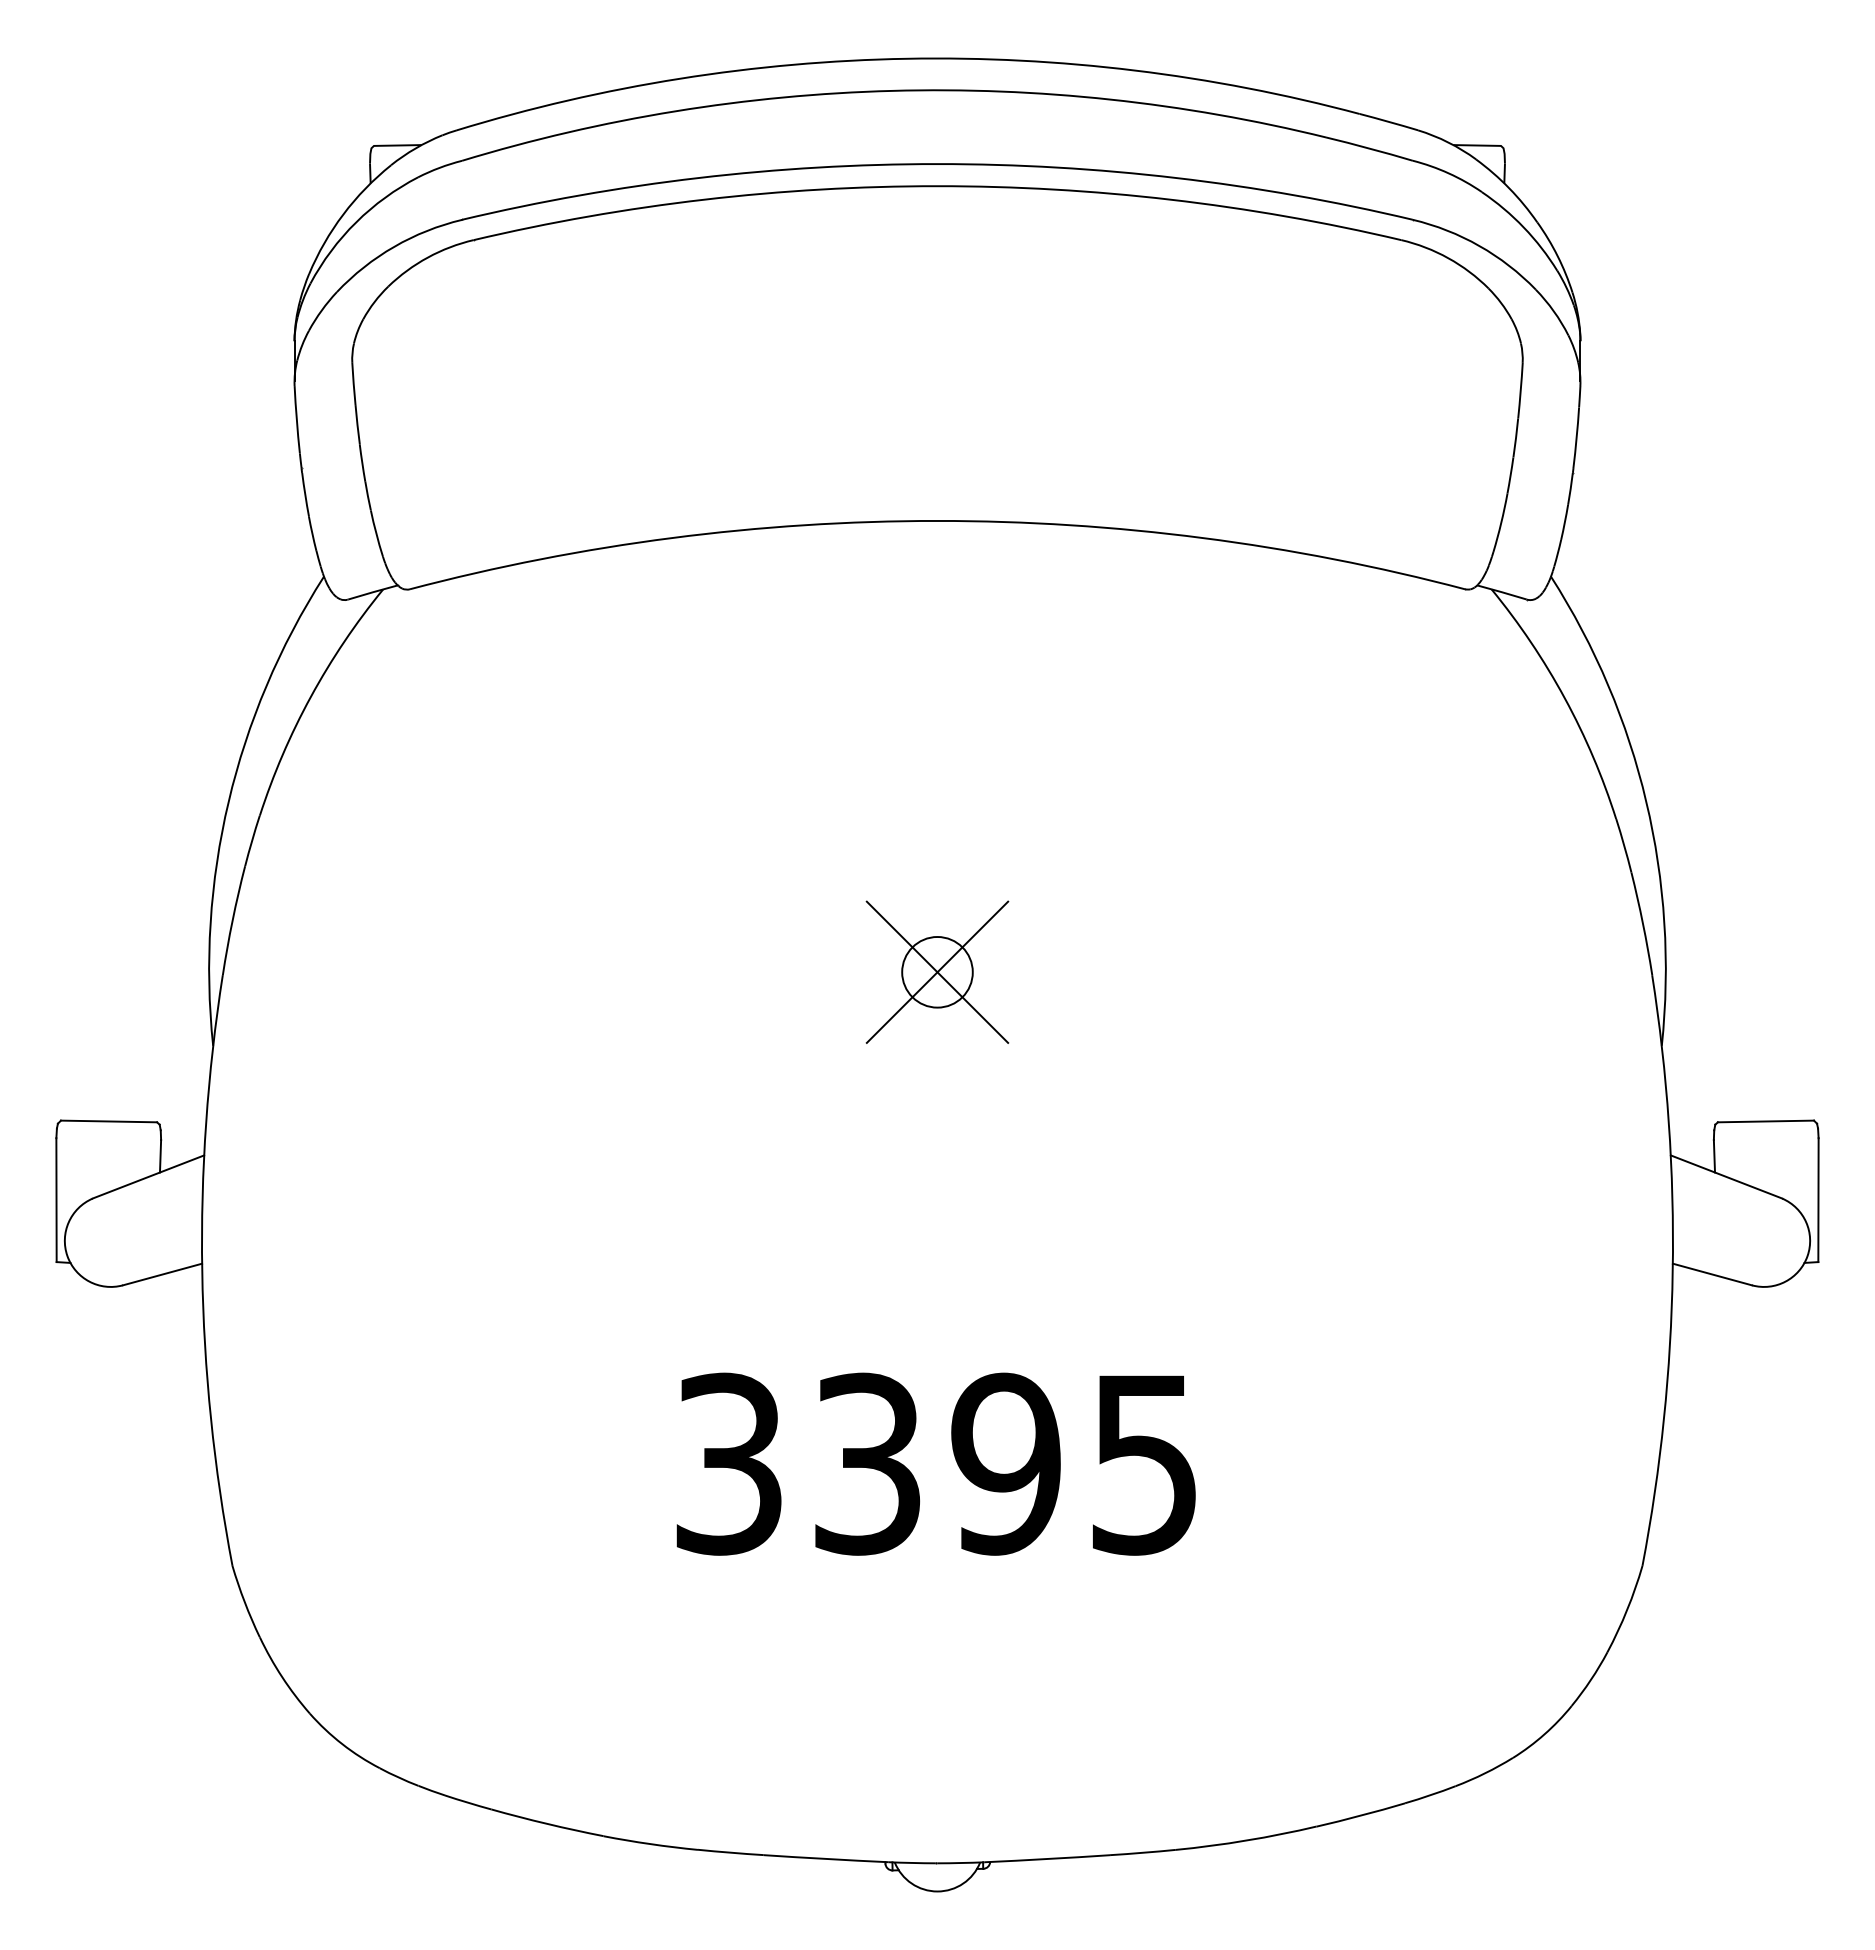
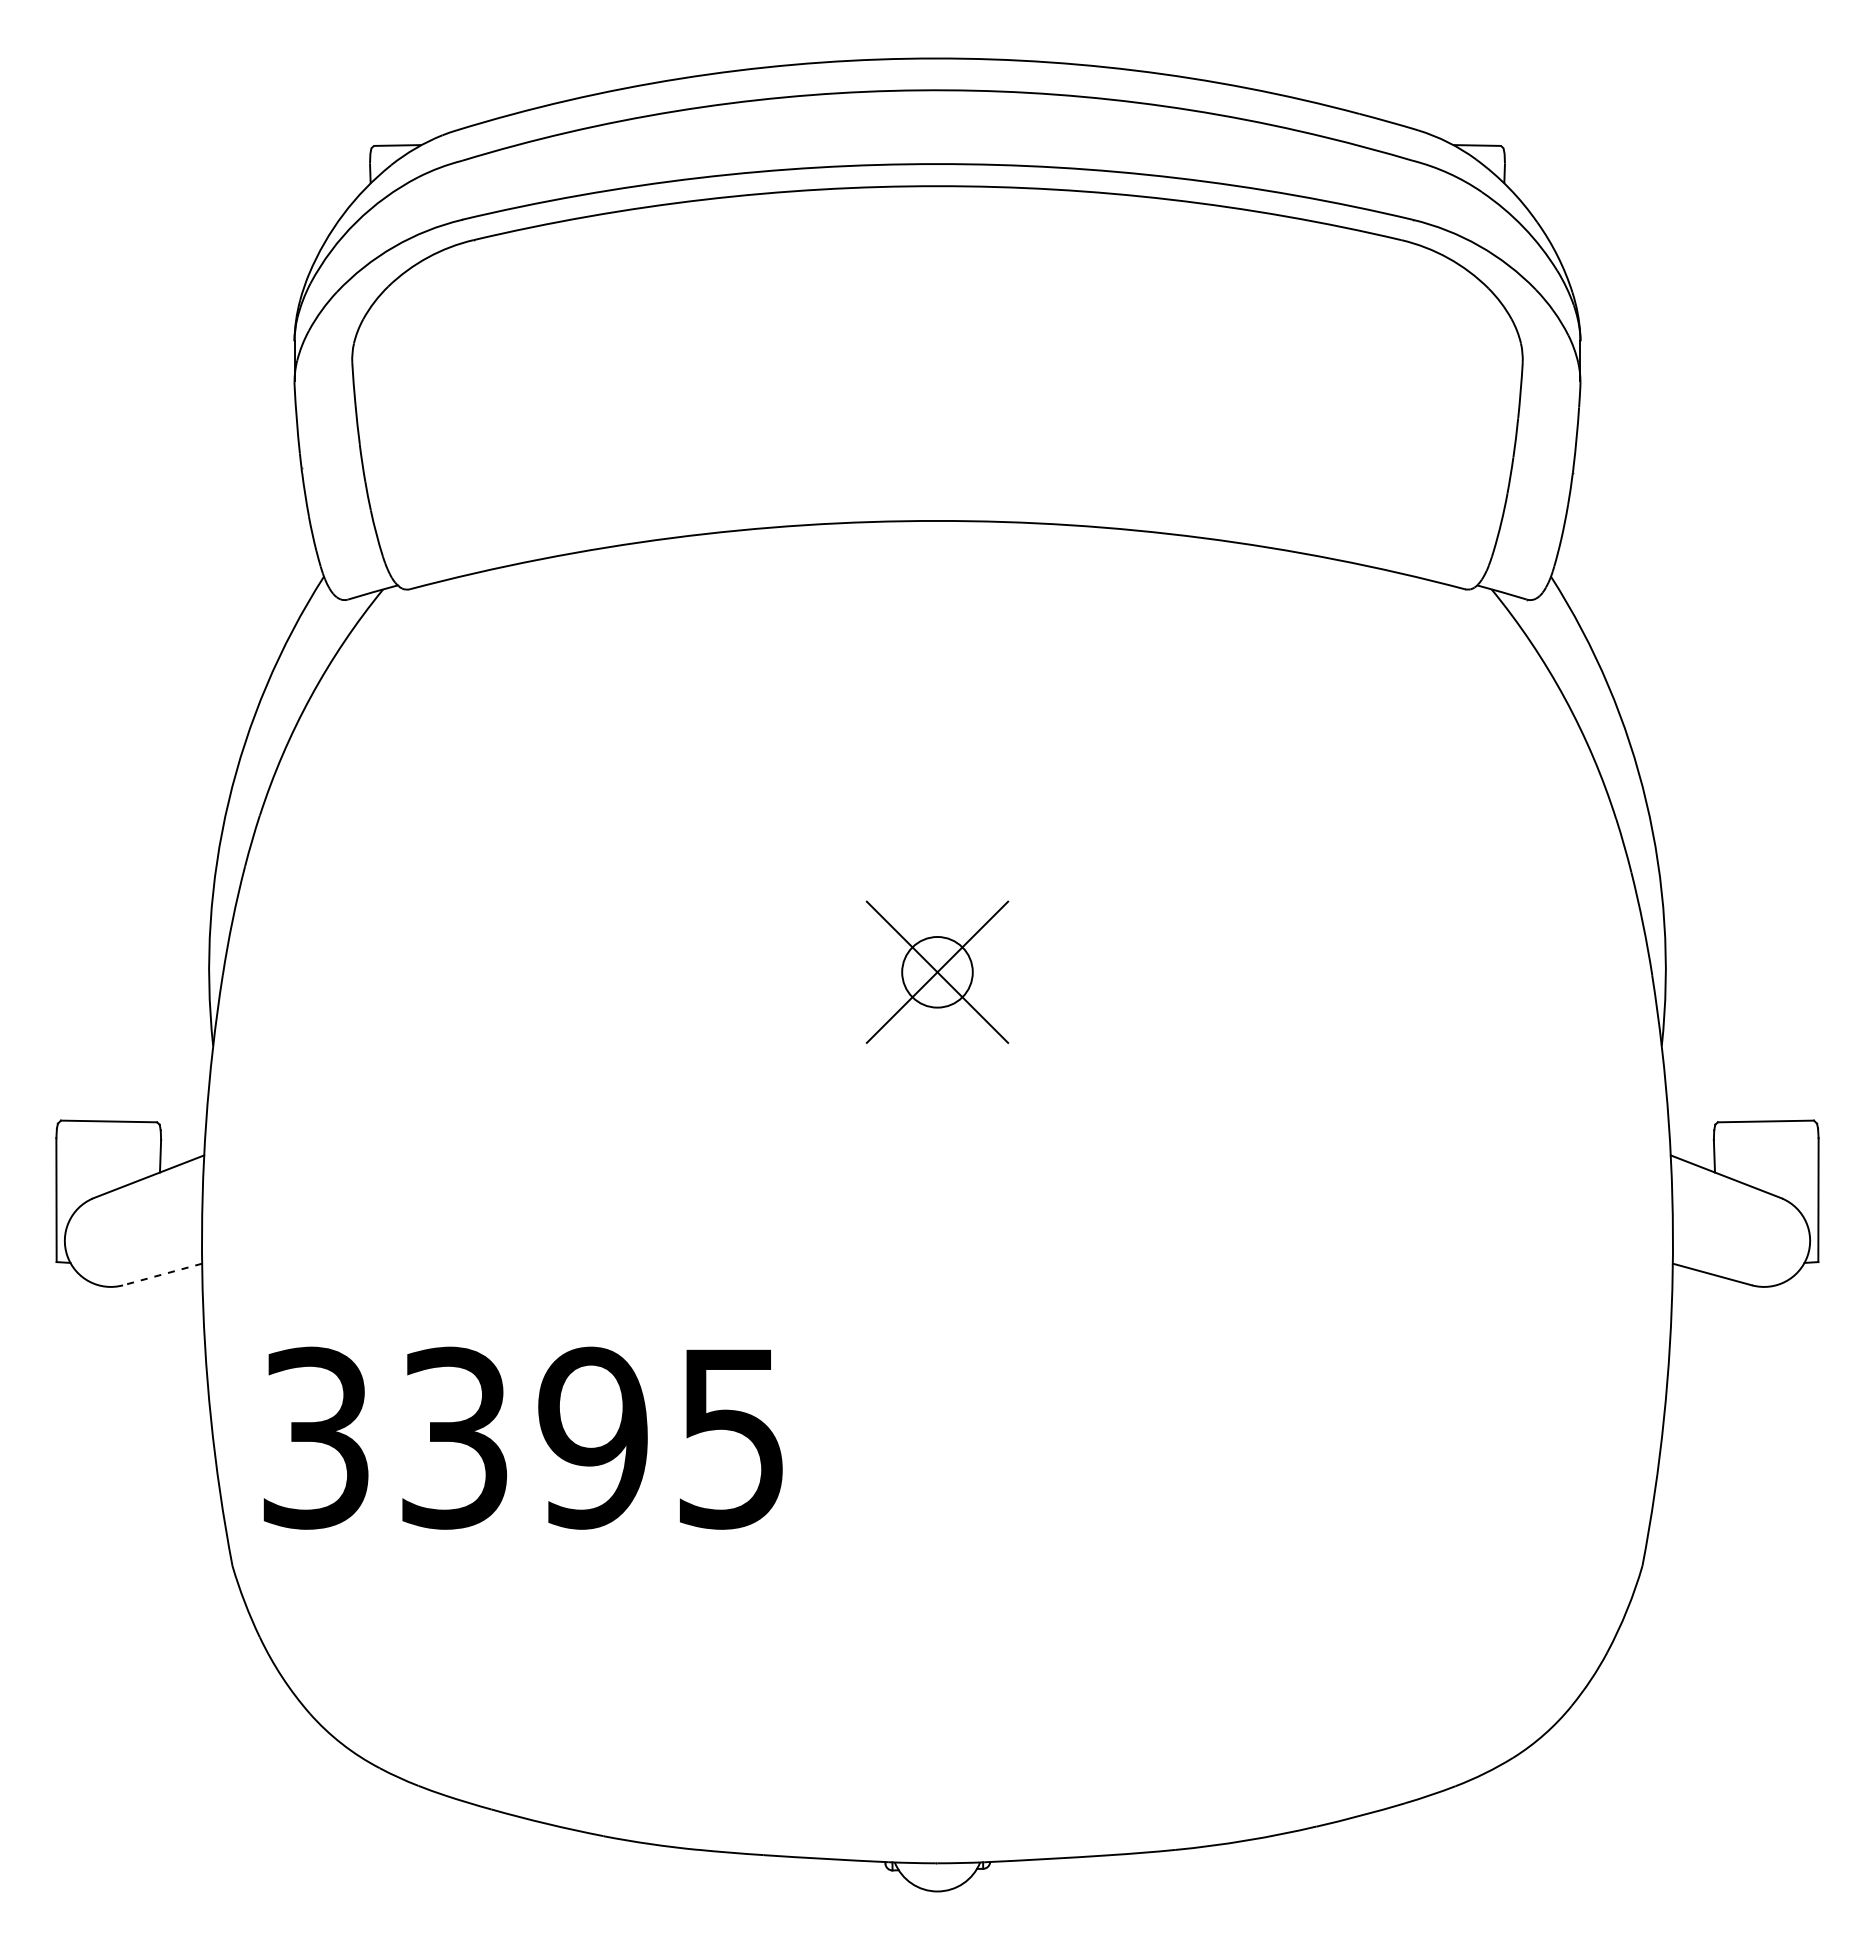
line at (162, 1274): solid -> dashed
text at (935, 1463) position: (935, 1463) -> (522, 1437)
